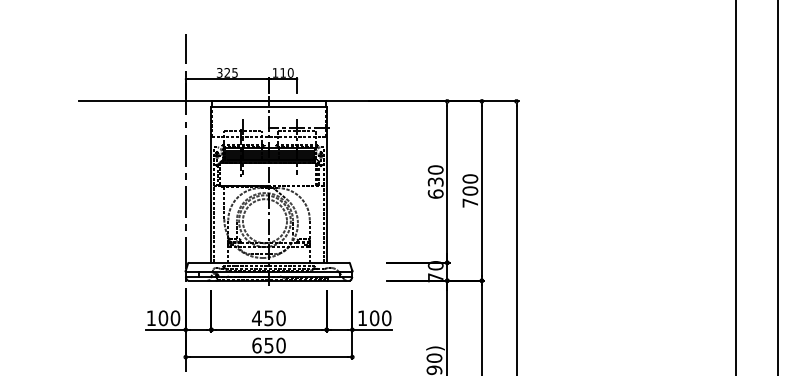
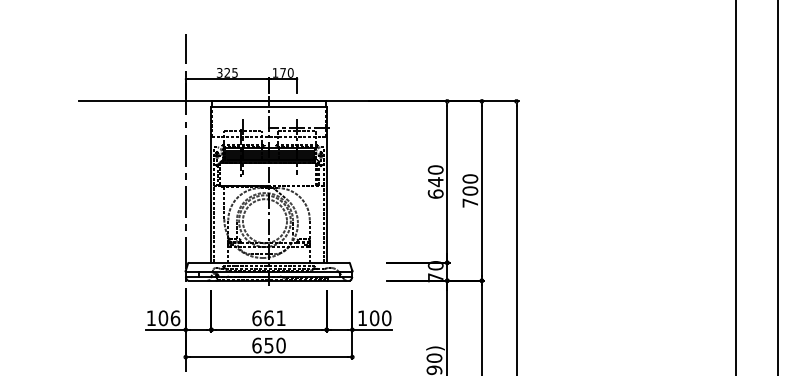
text at (282, 72): 110 -> 170
text at (435, 182): 630 -> 640
text at (175, 317): 100 -> 106
text at (268, 318): 450 -> 661
